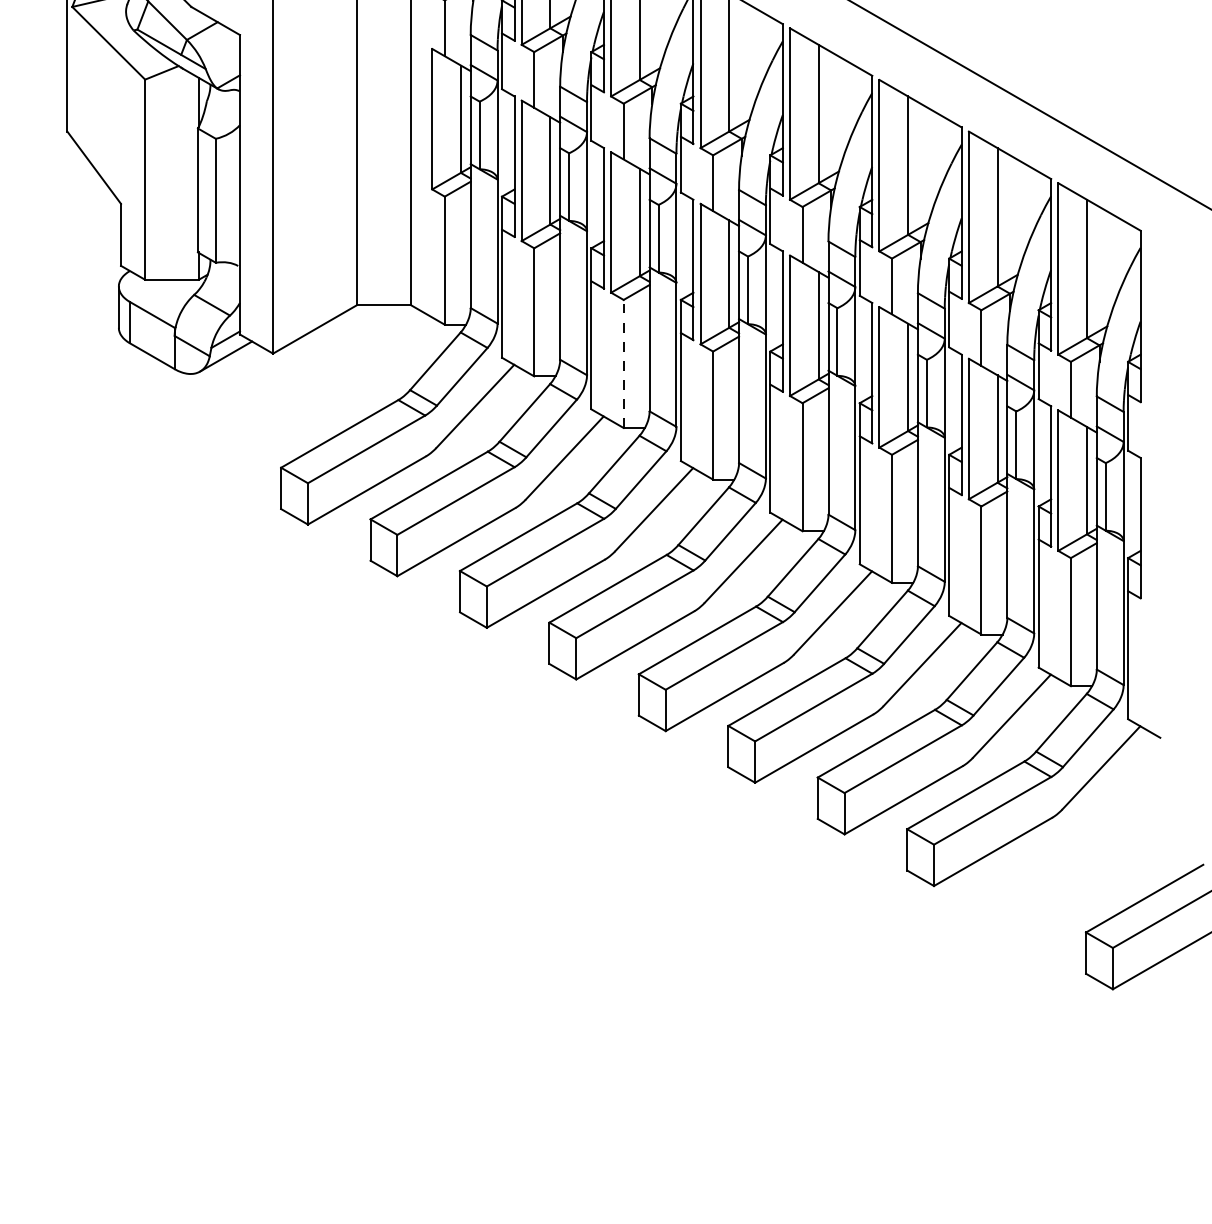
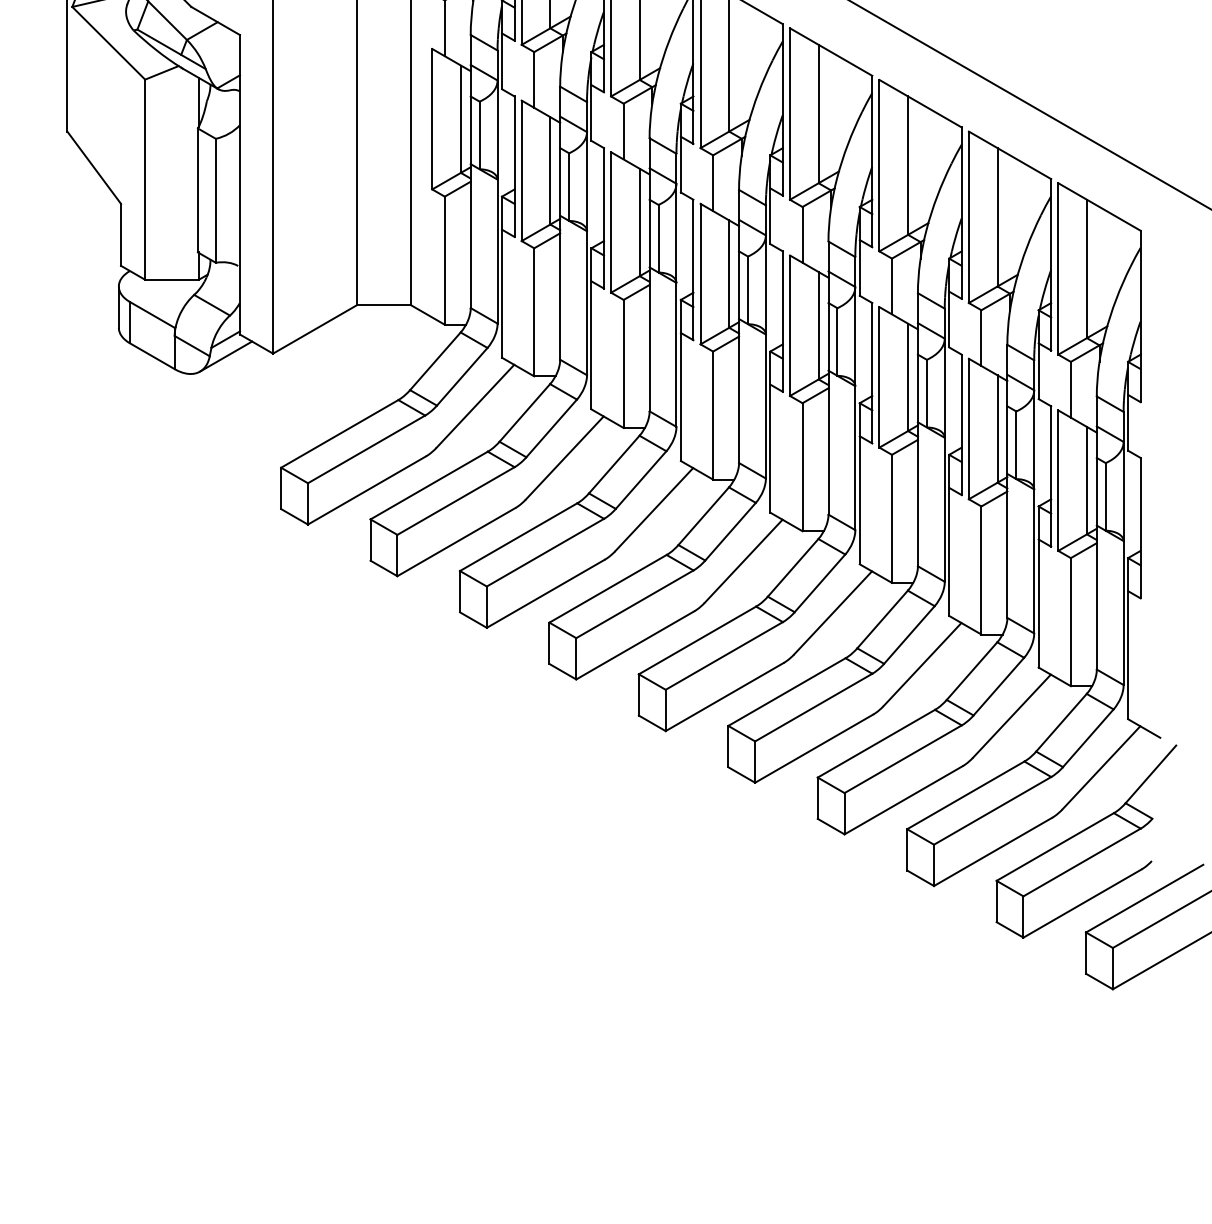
line at (623, 363): dashed -> solid
part at (1086, 841): none -> present
